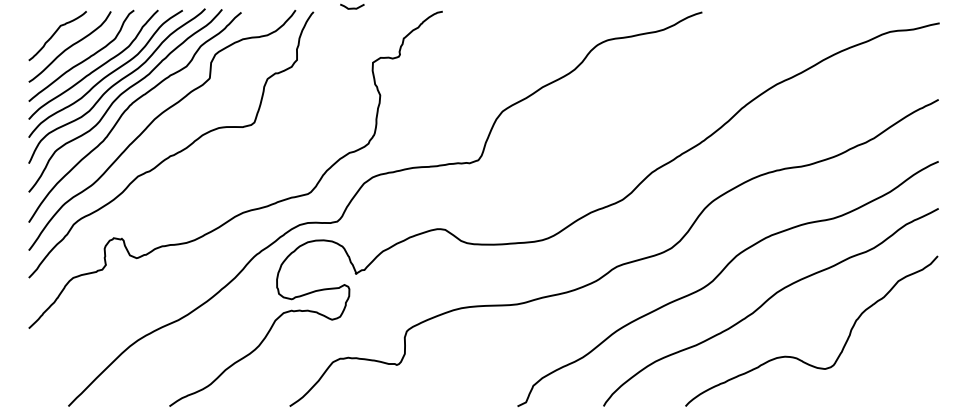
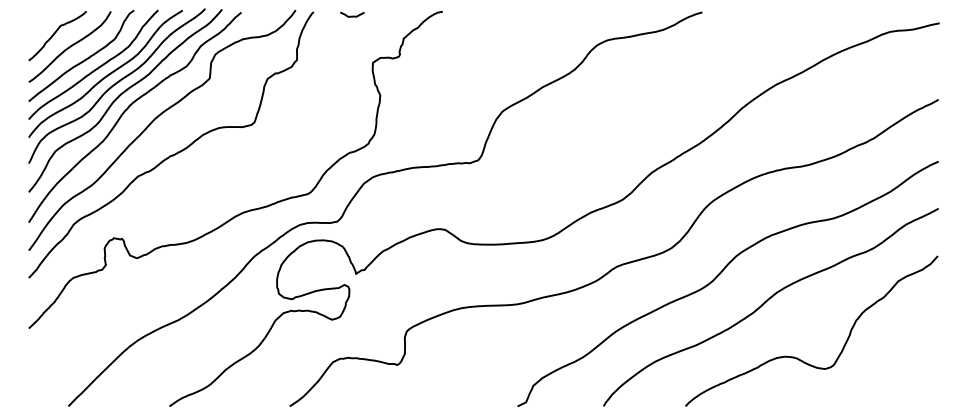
curve at (352, 7) position: (352, 7) -> (352, 15)
